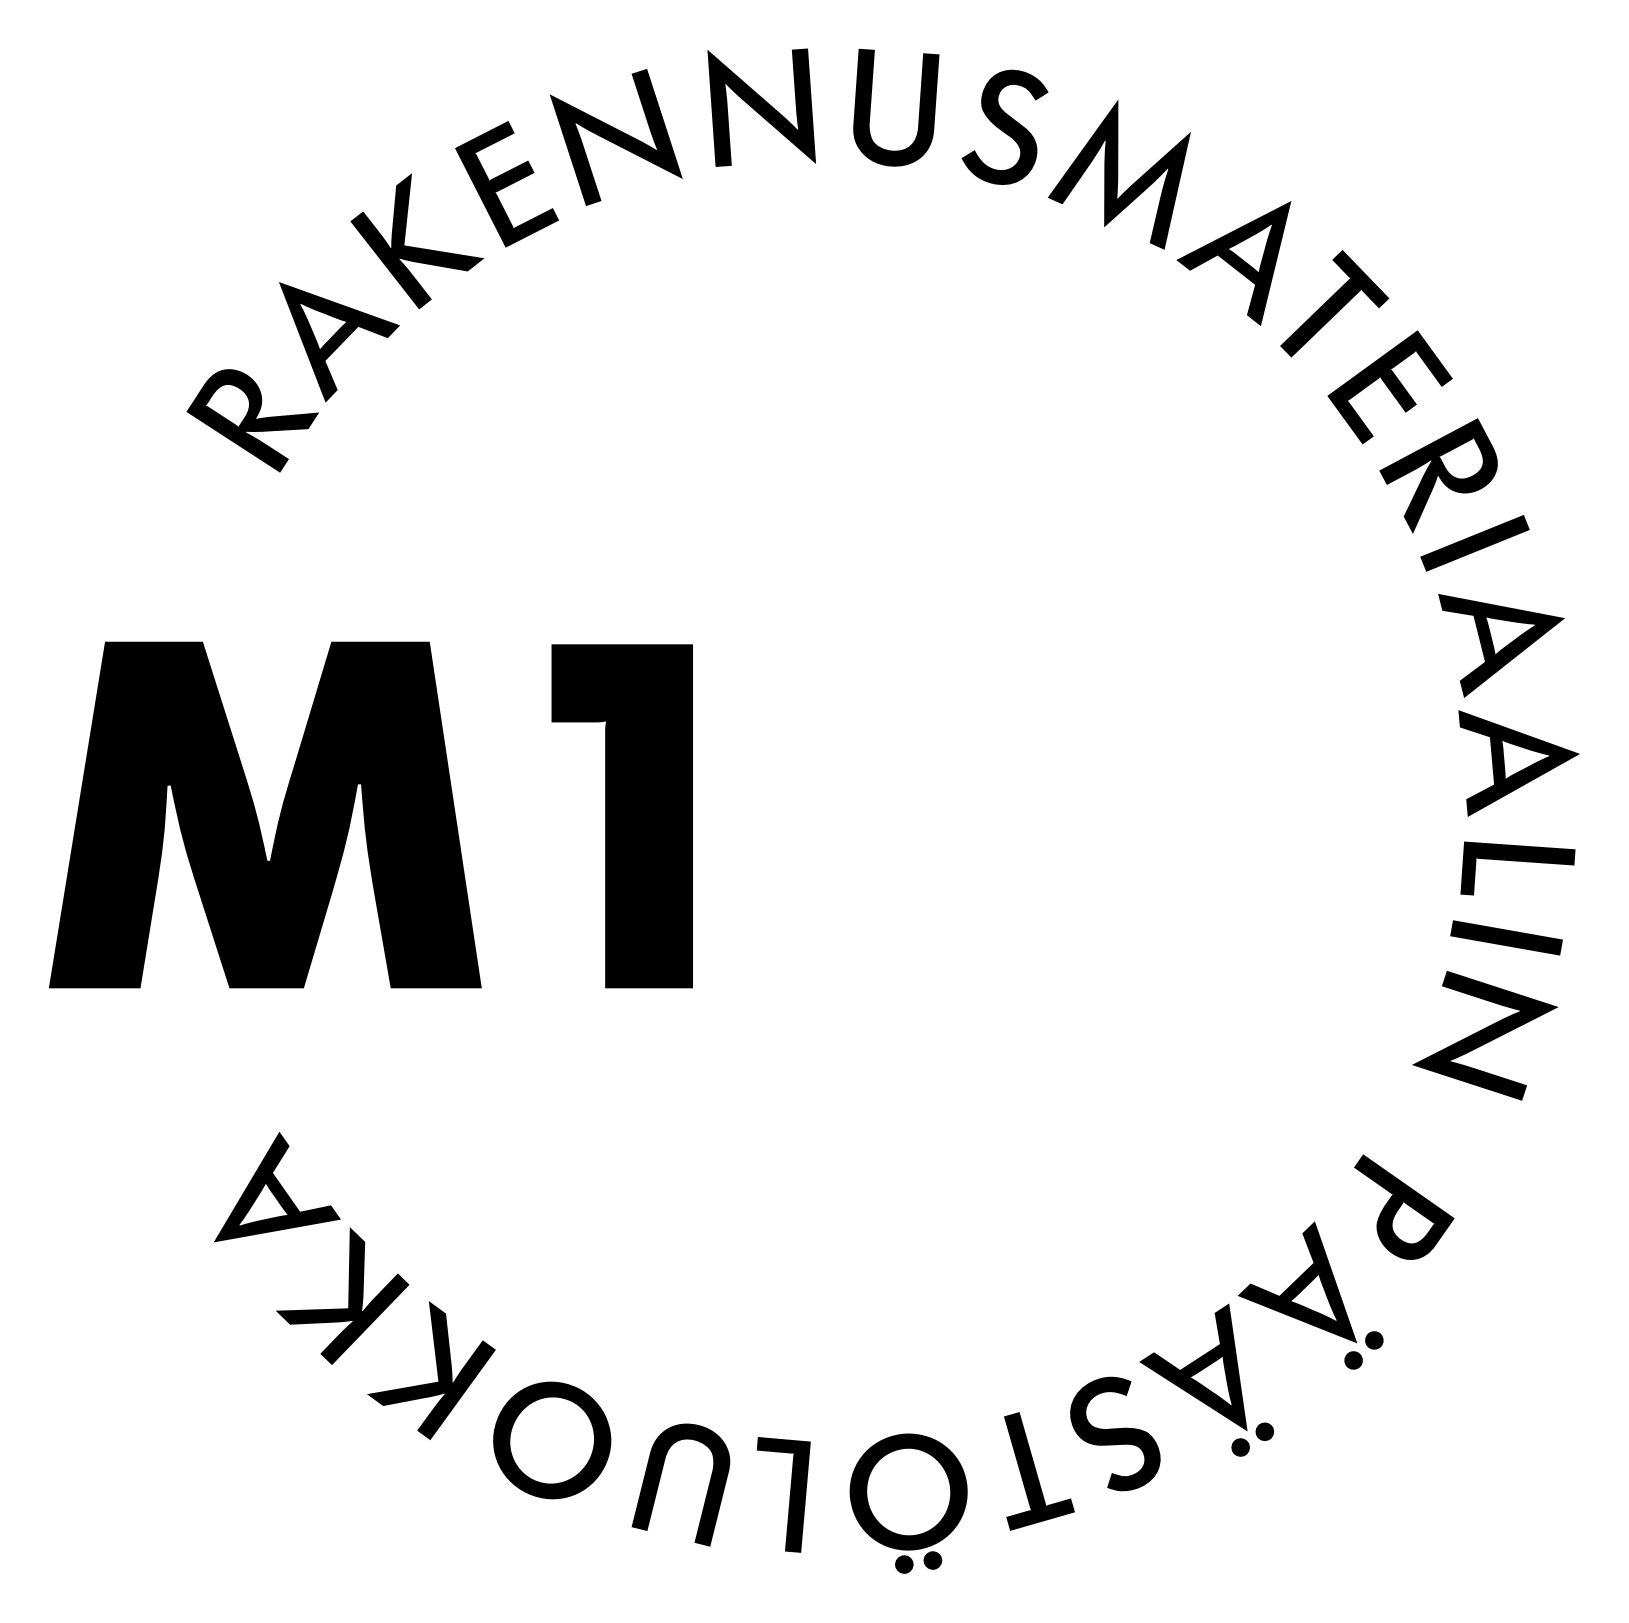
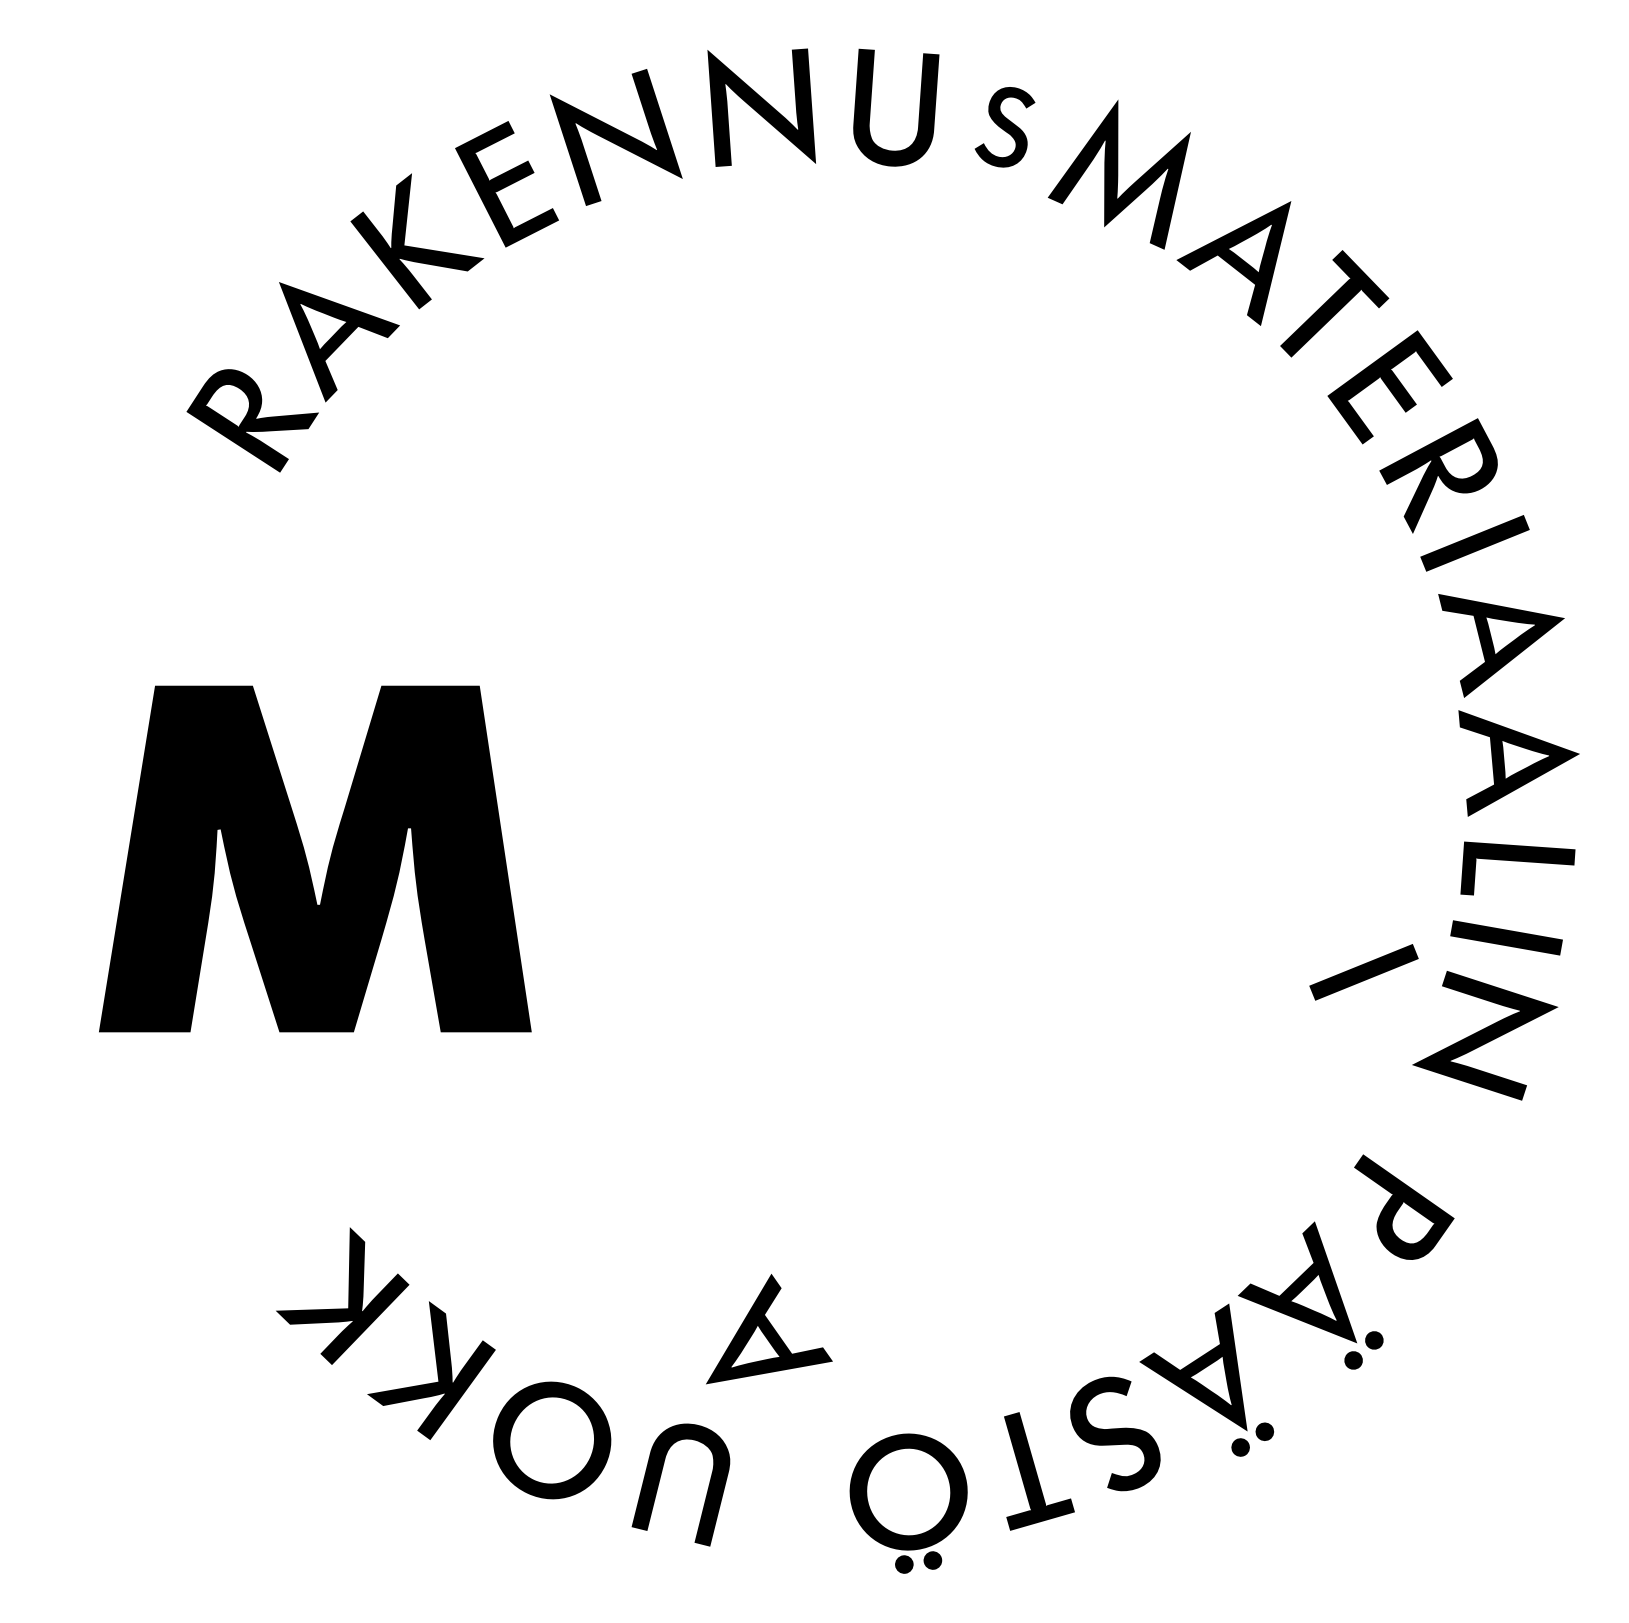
part at (1004, 126) size: 88x116 px -> 62x81 px
part at (257, 816) position: (257, 816) -> (307, 860)
fill at (622, 816): present -> none
part at (1363, 972): none -> present
part at (277, 1187) position: (277, 1187) -> (769, 1329)
fill at (783, 1494): present -> none
